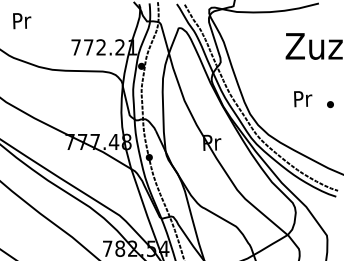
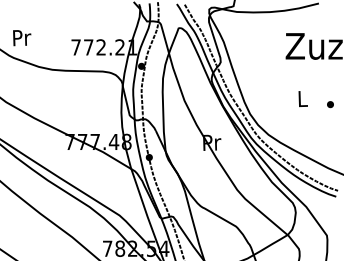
text at (22, 21) position: (22, 21) -> (22, 38)
text at (303, 99): Pr -> L
